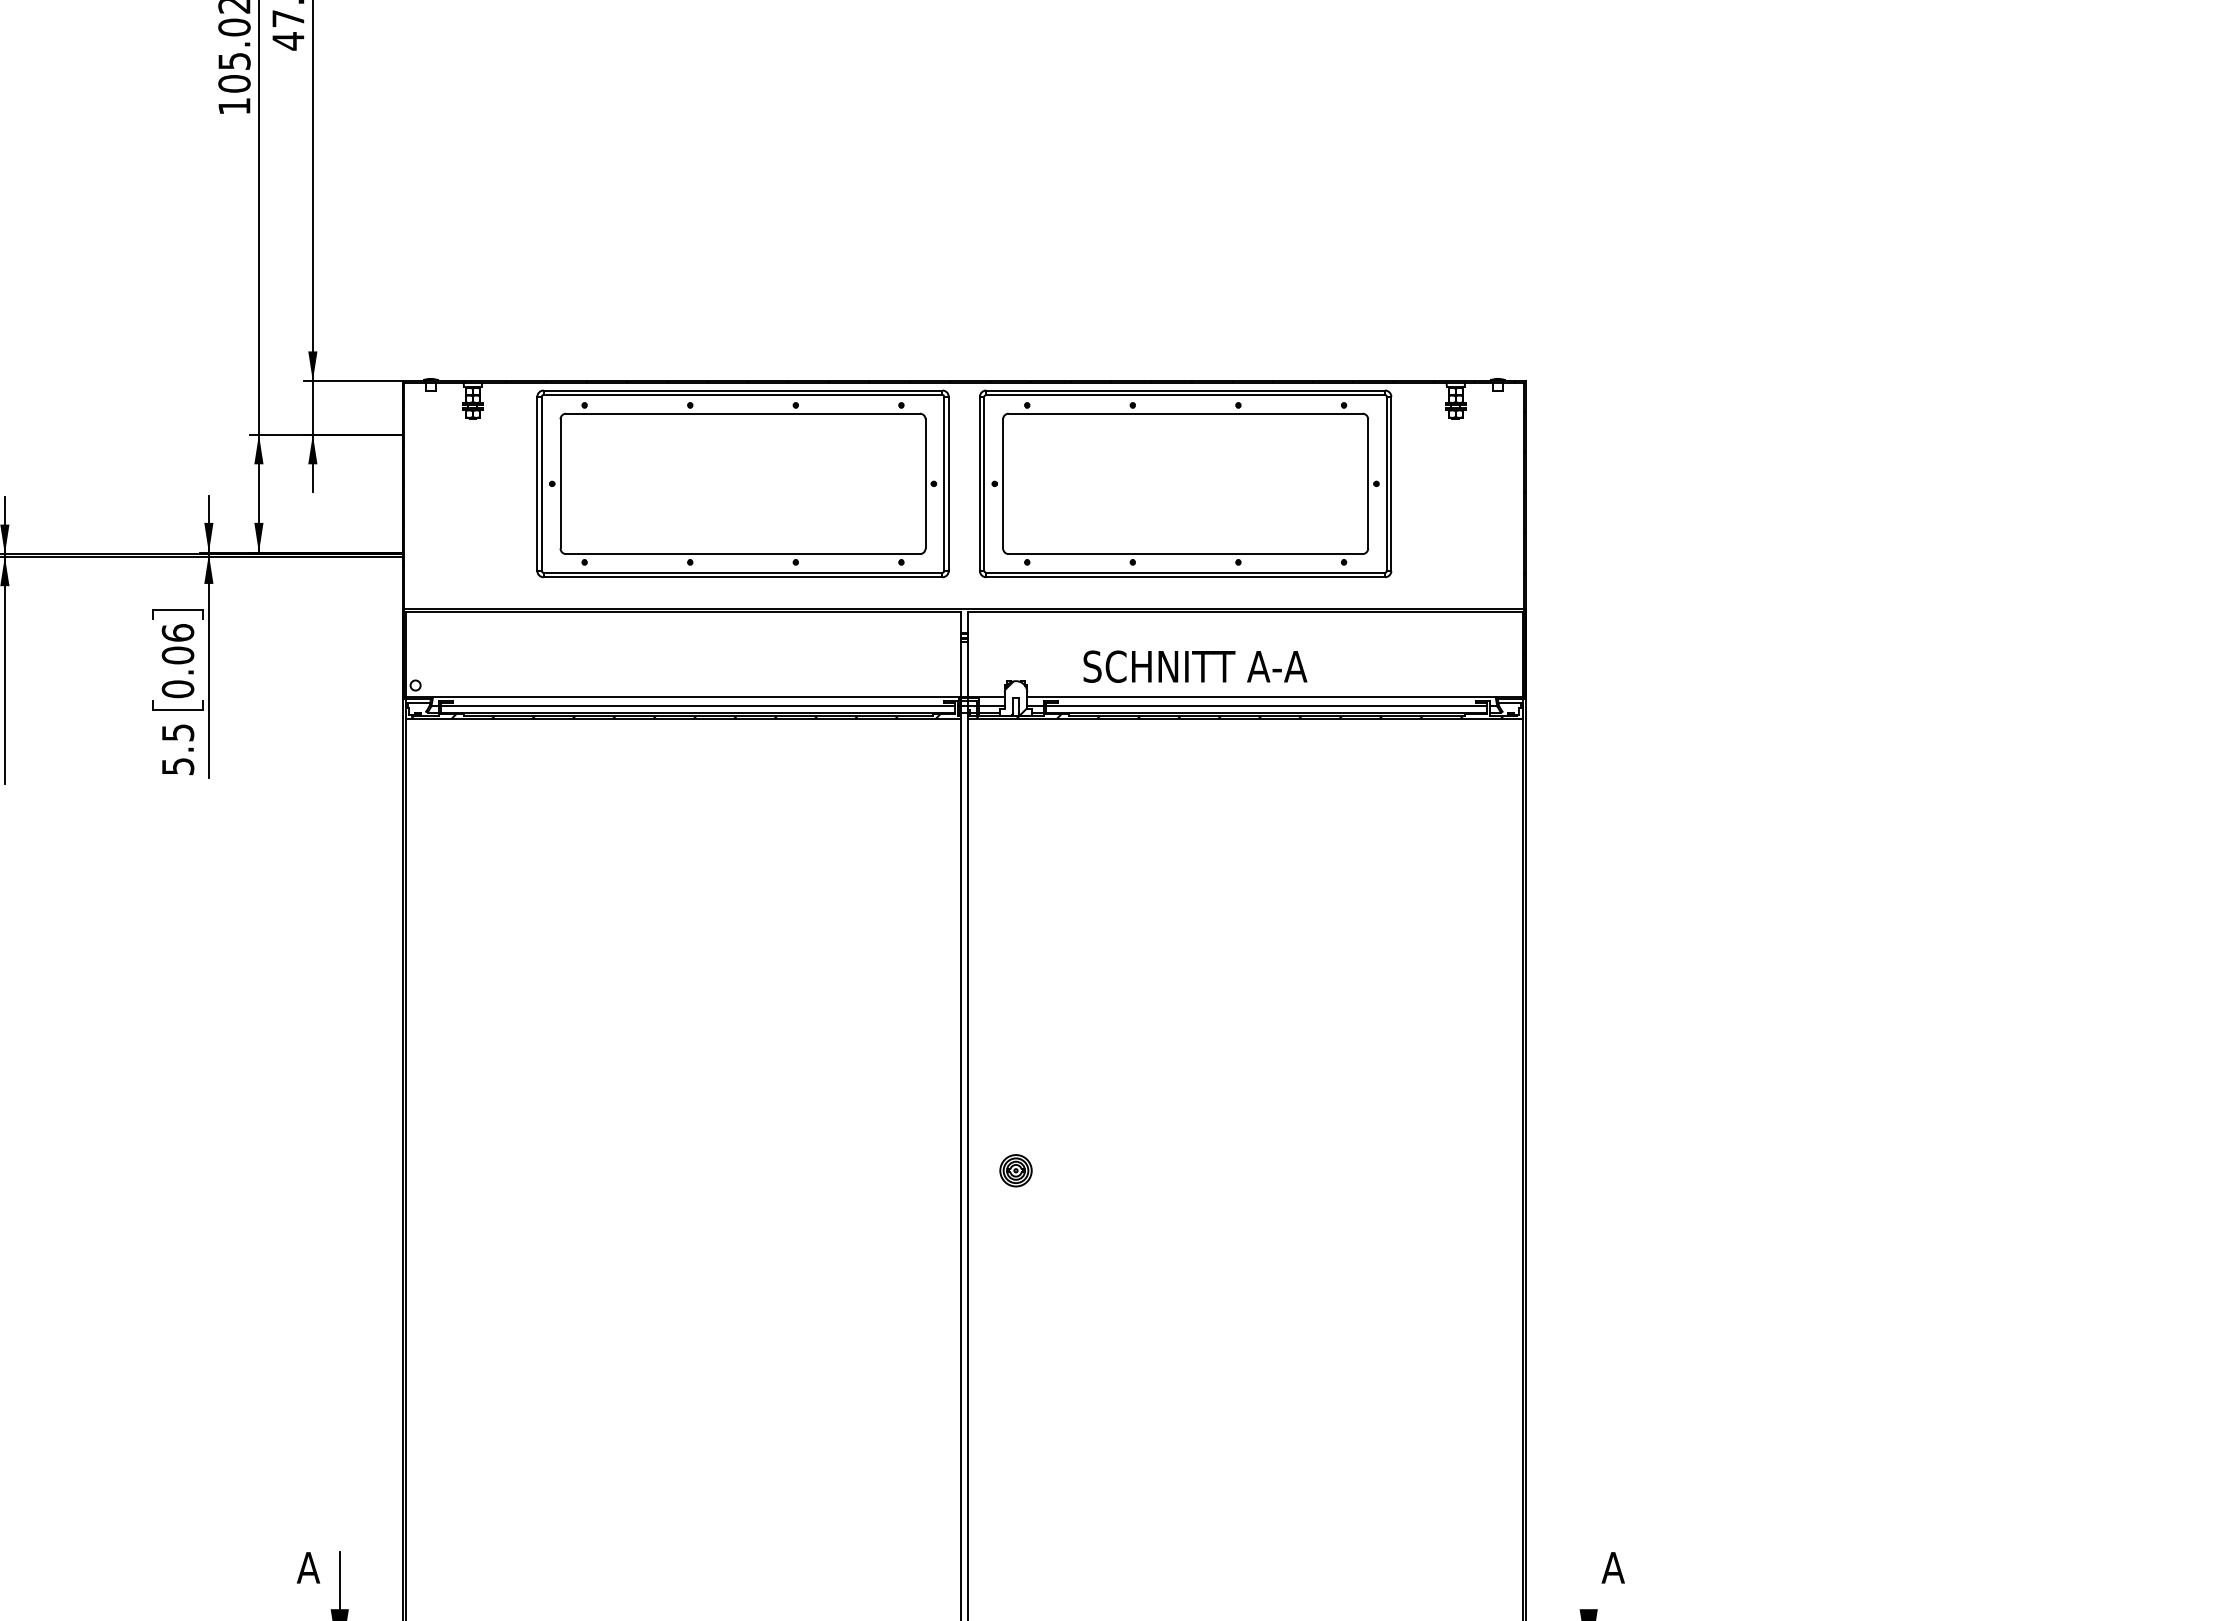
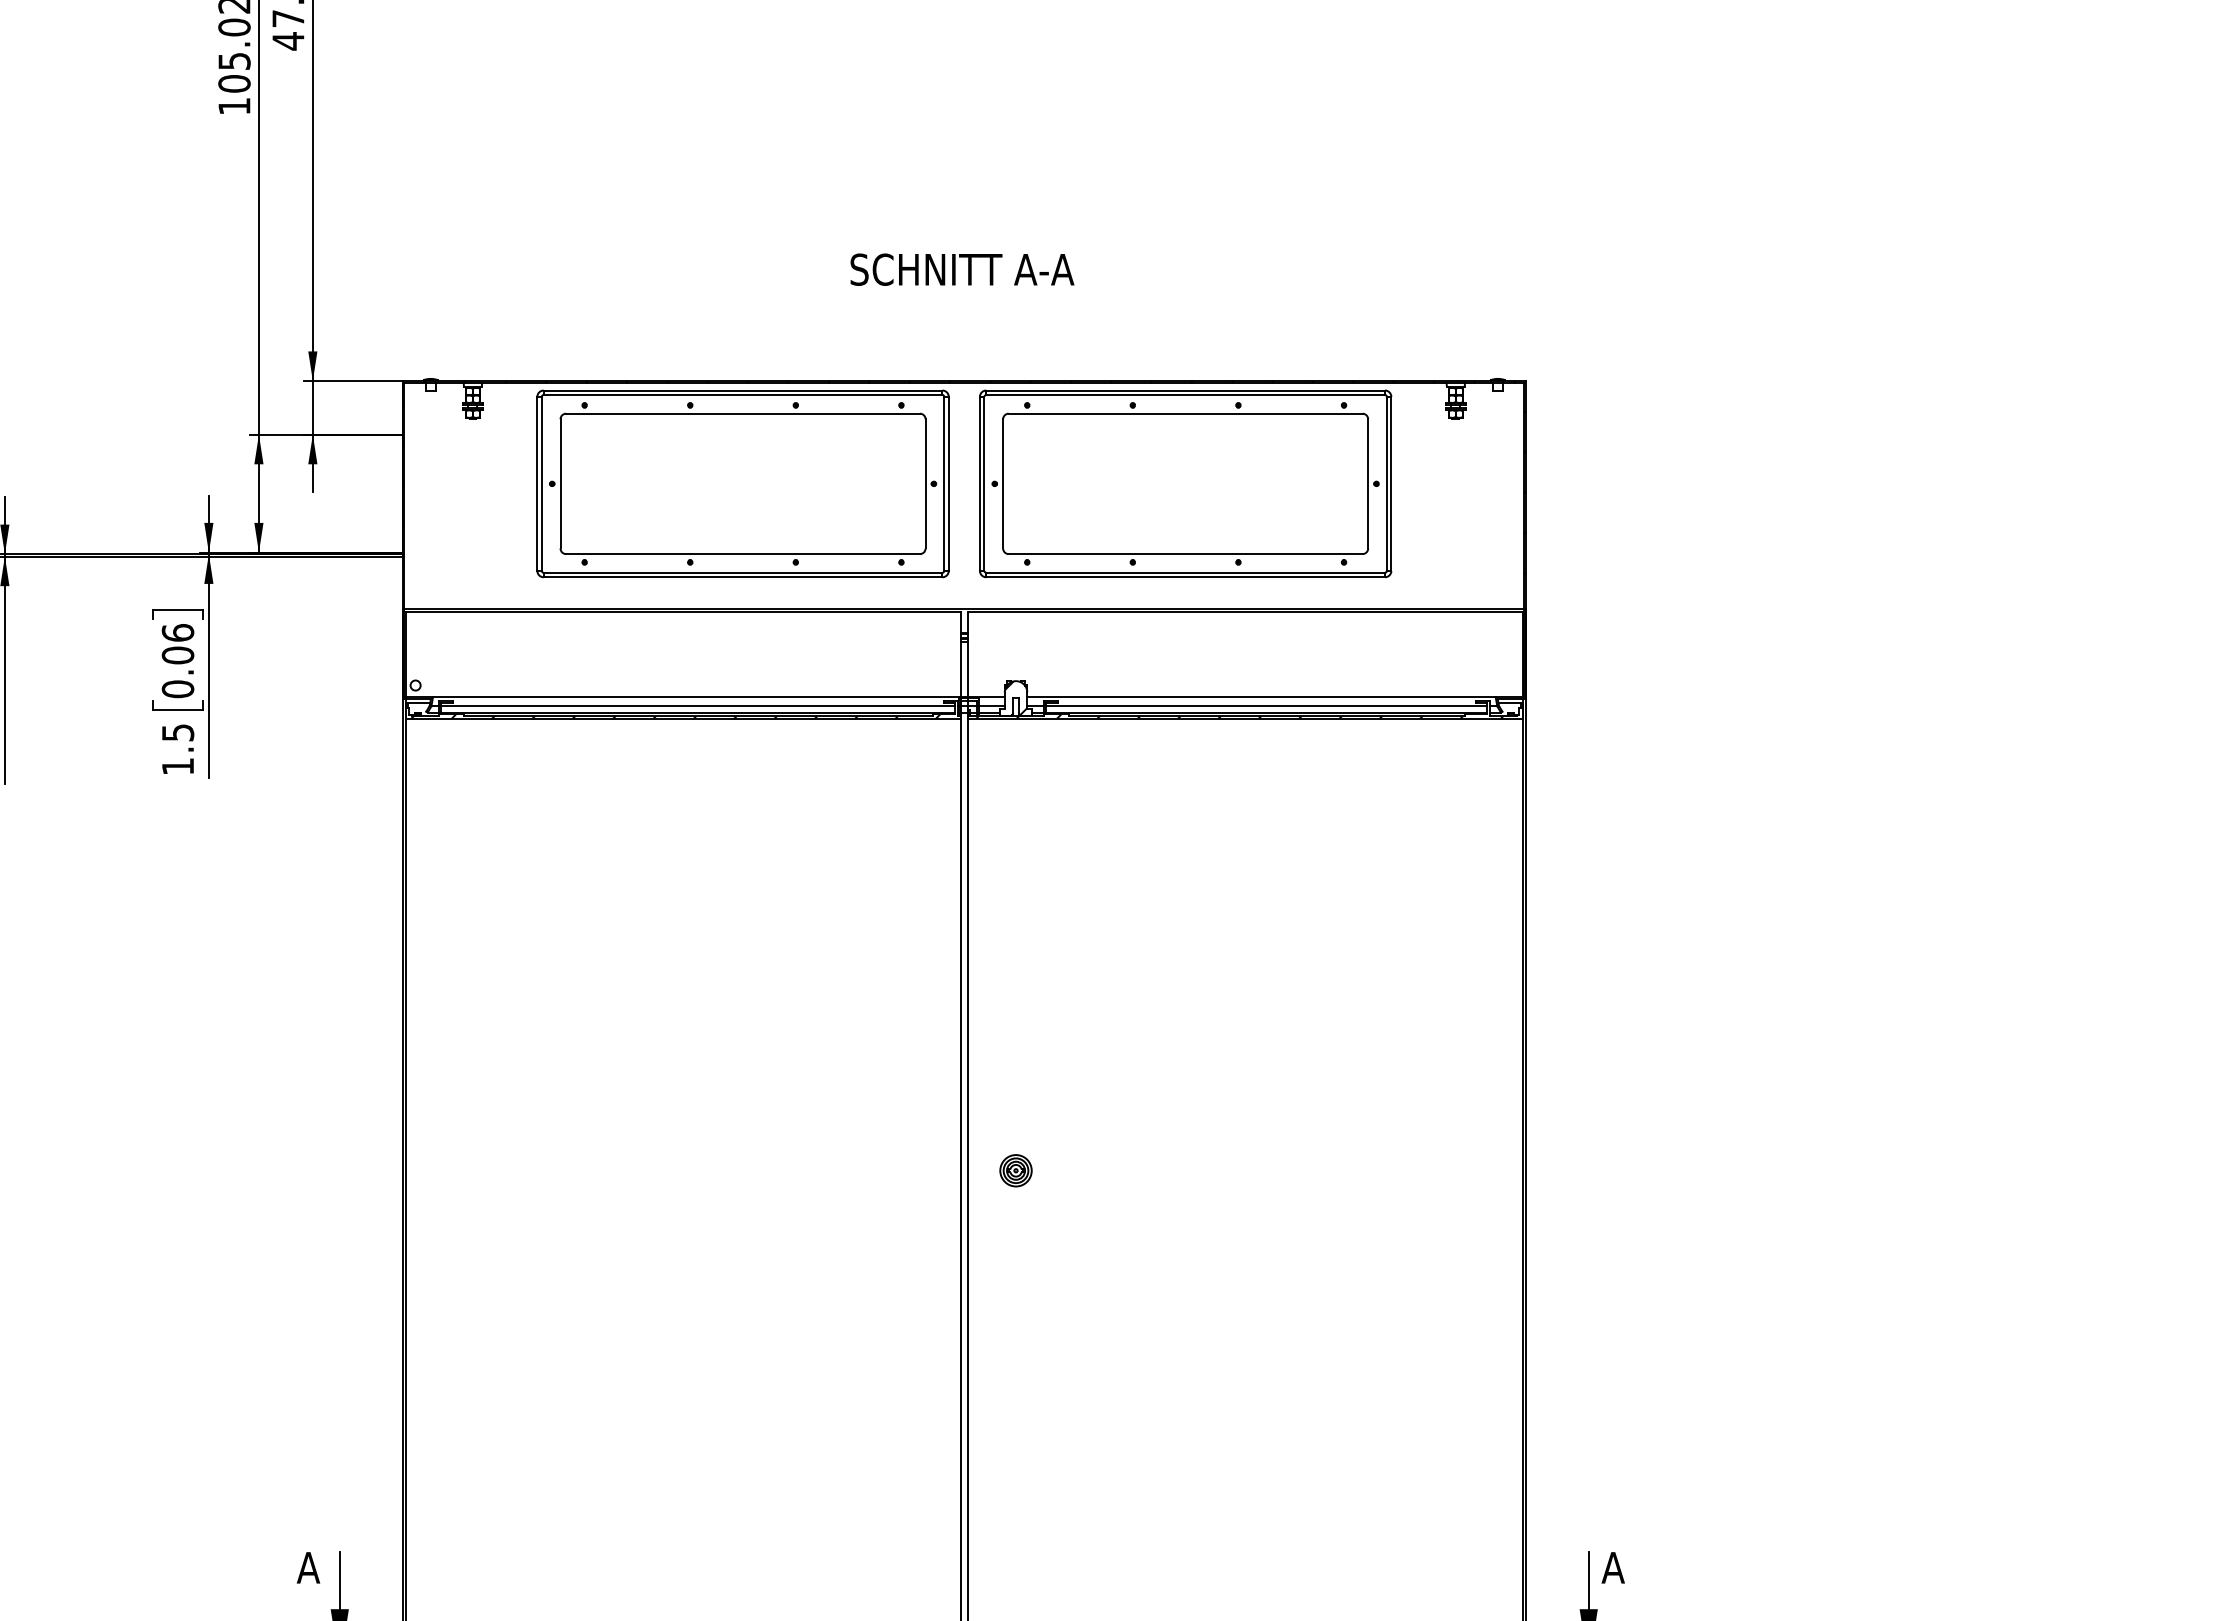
text at (1195, 666) position: (1195, 666) -> (962, 269)
text at (178, 766): 5.5 -> 1.5
line at (1588, 1584): none -> present
